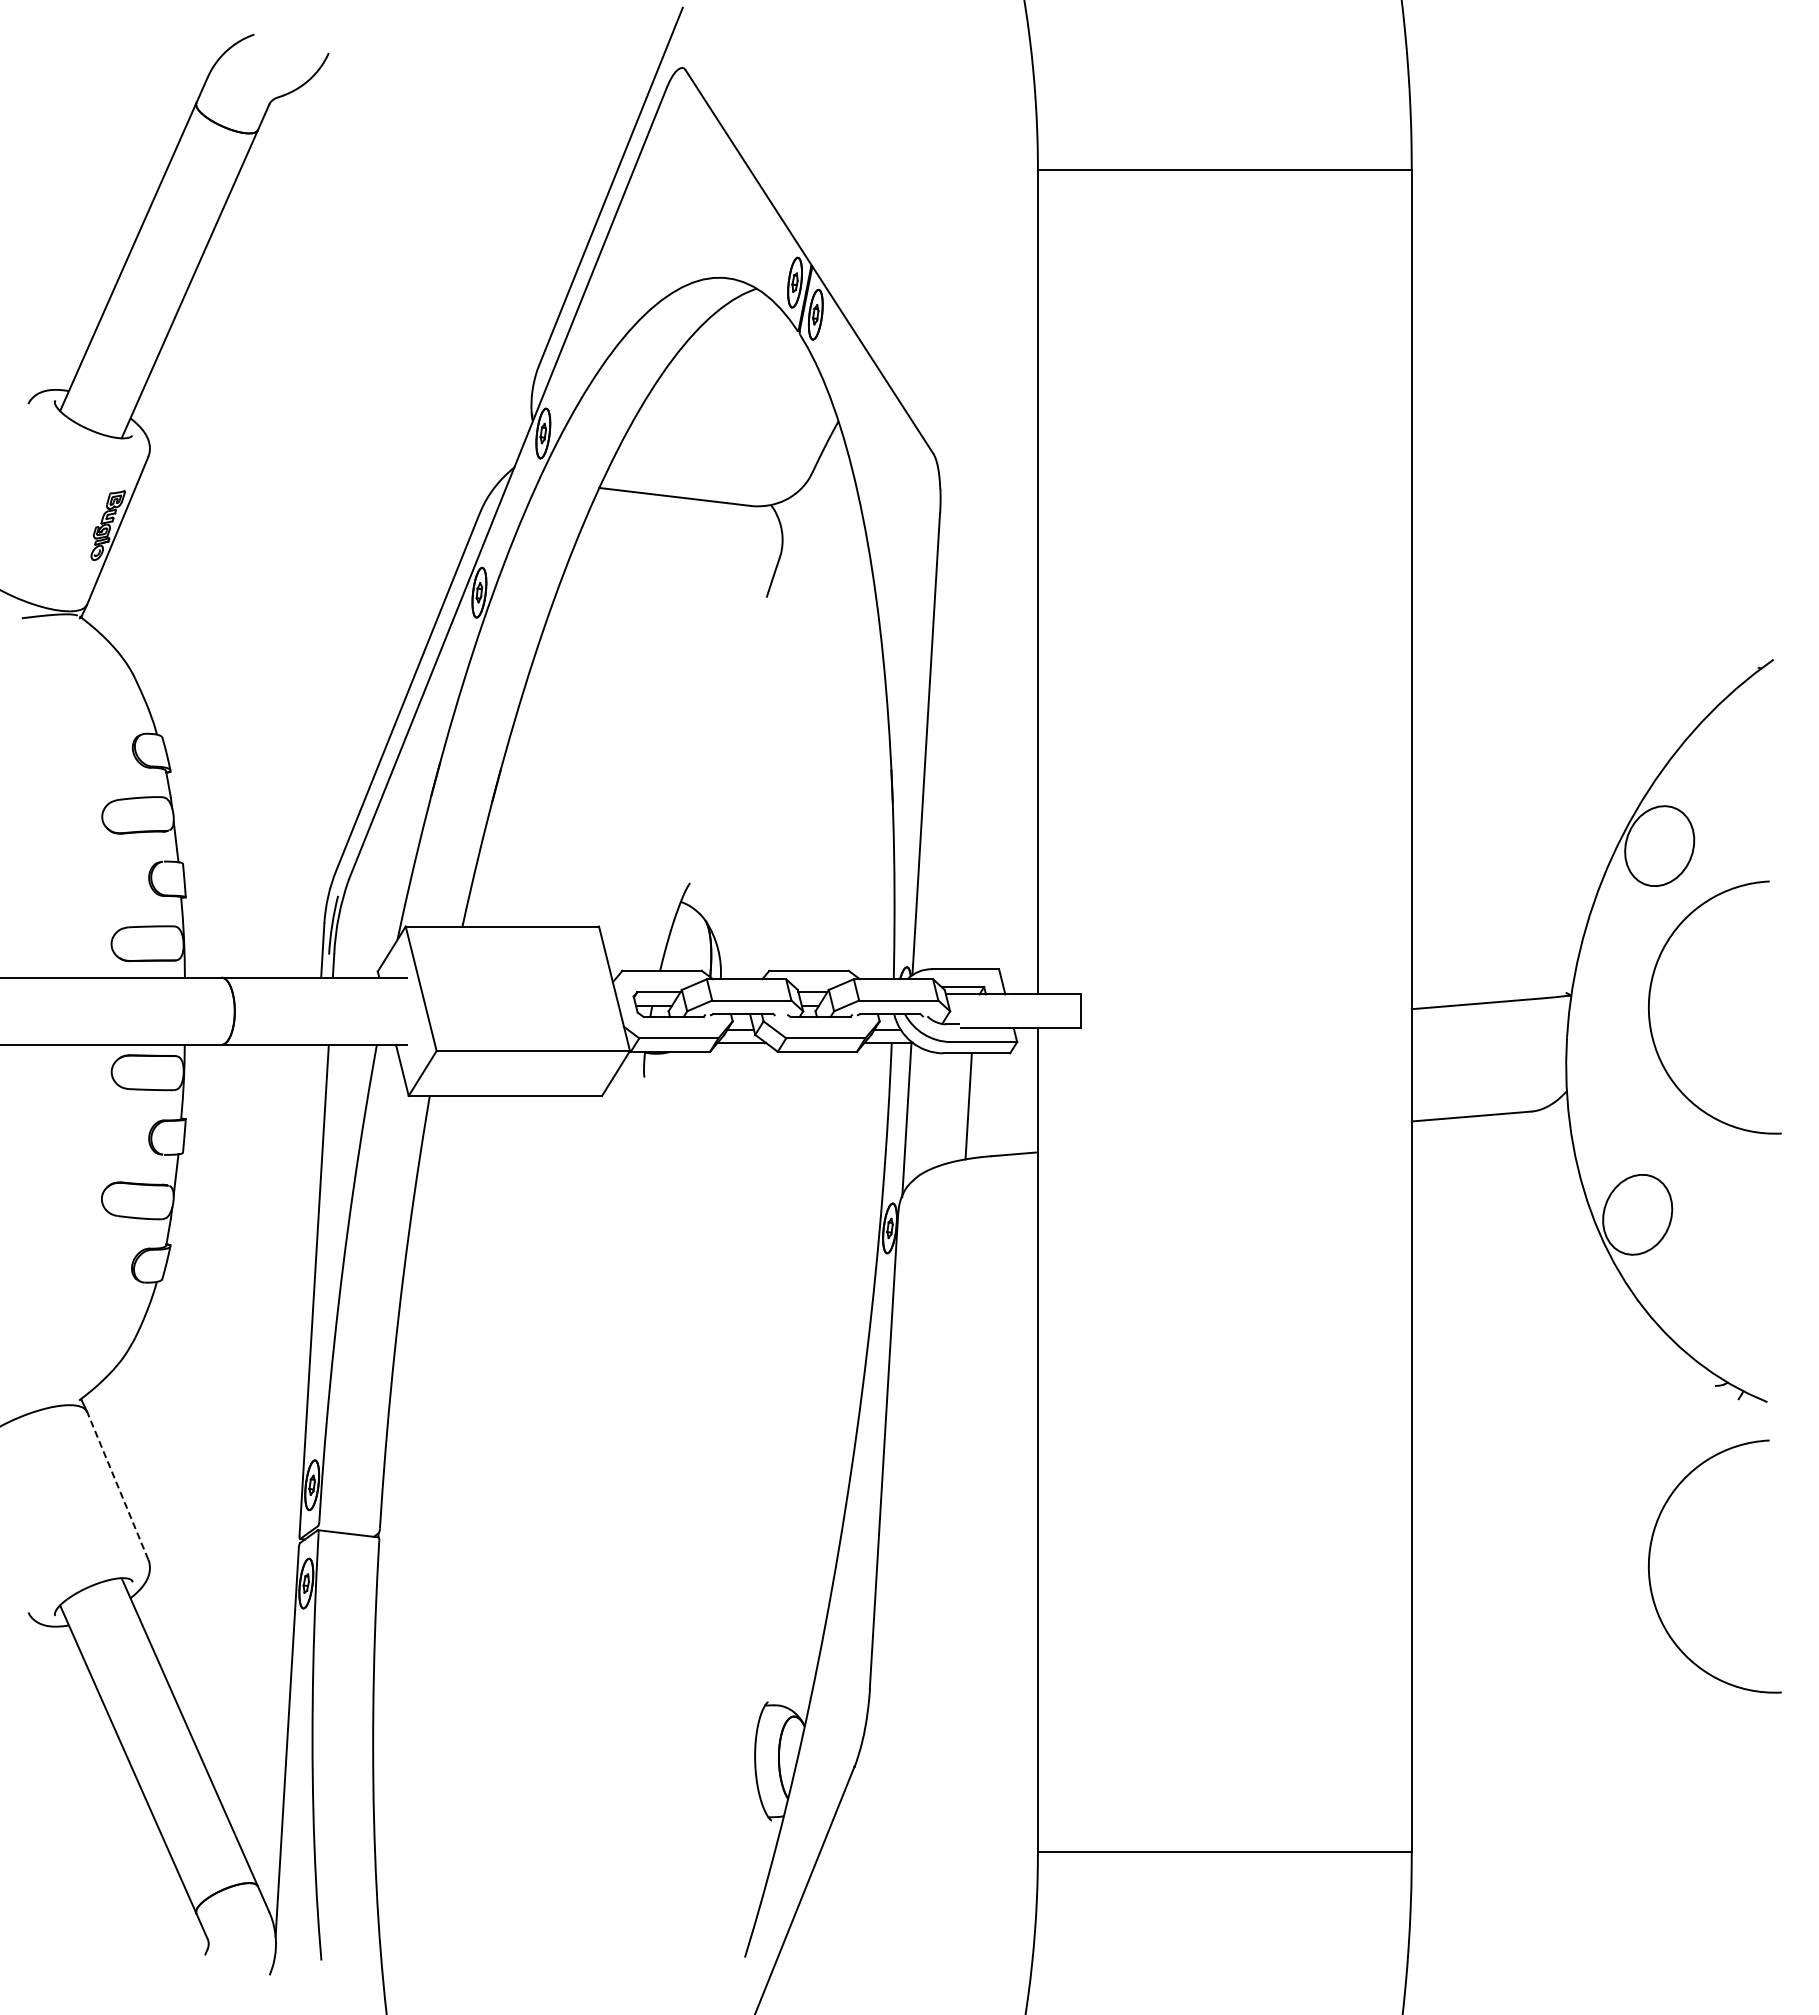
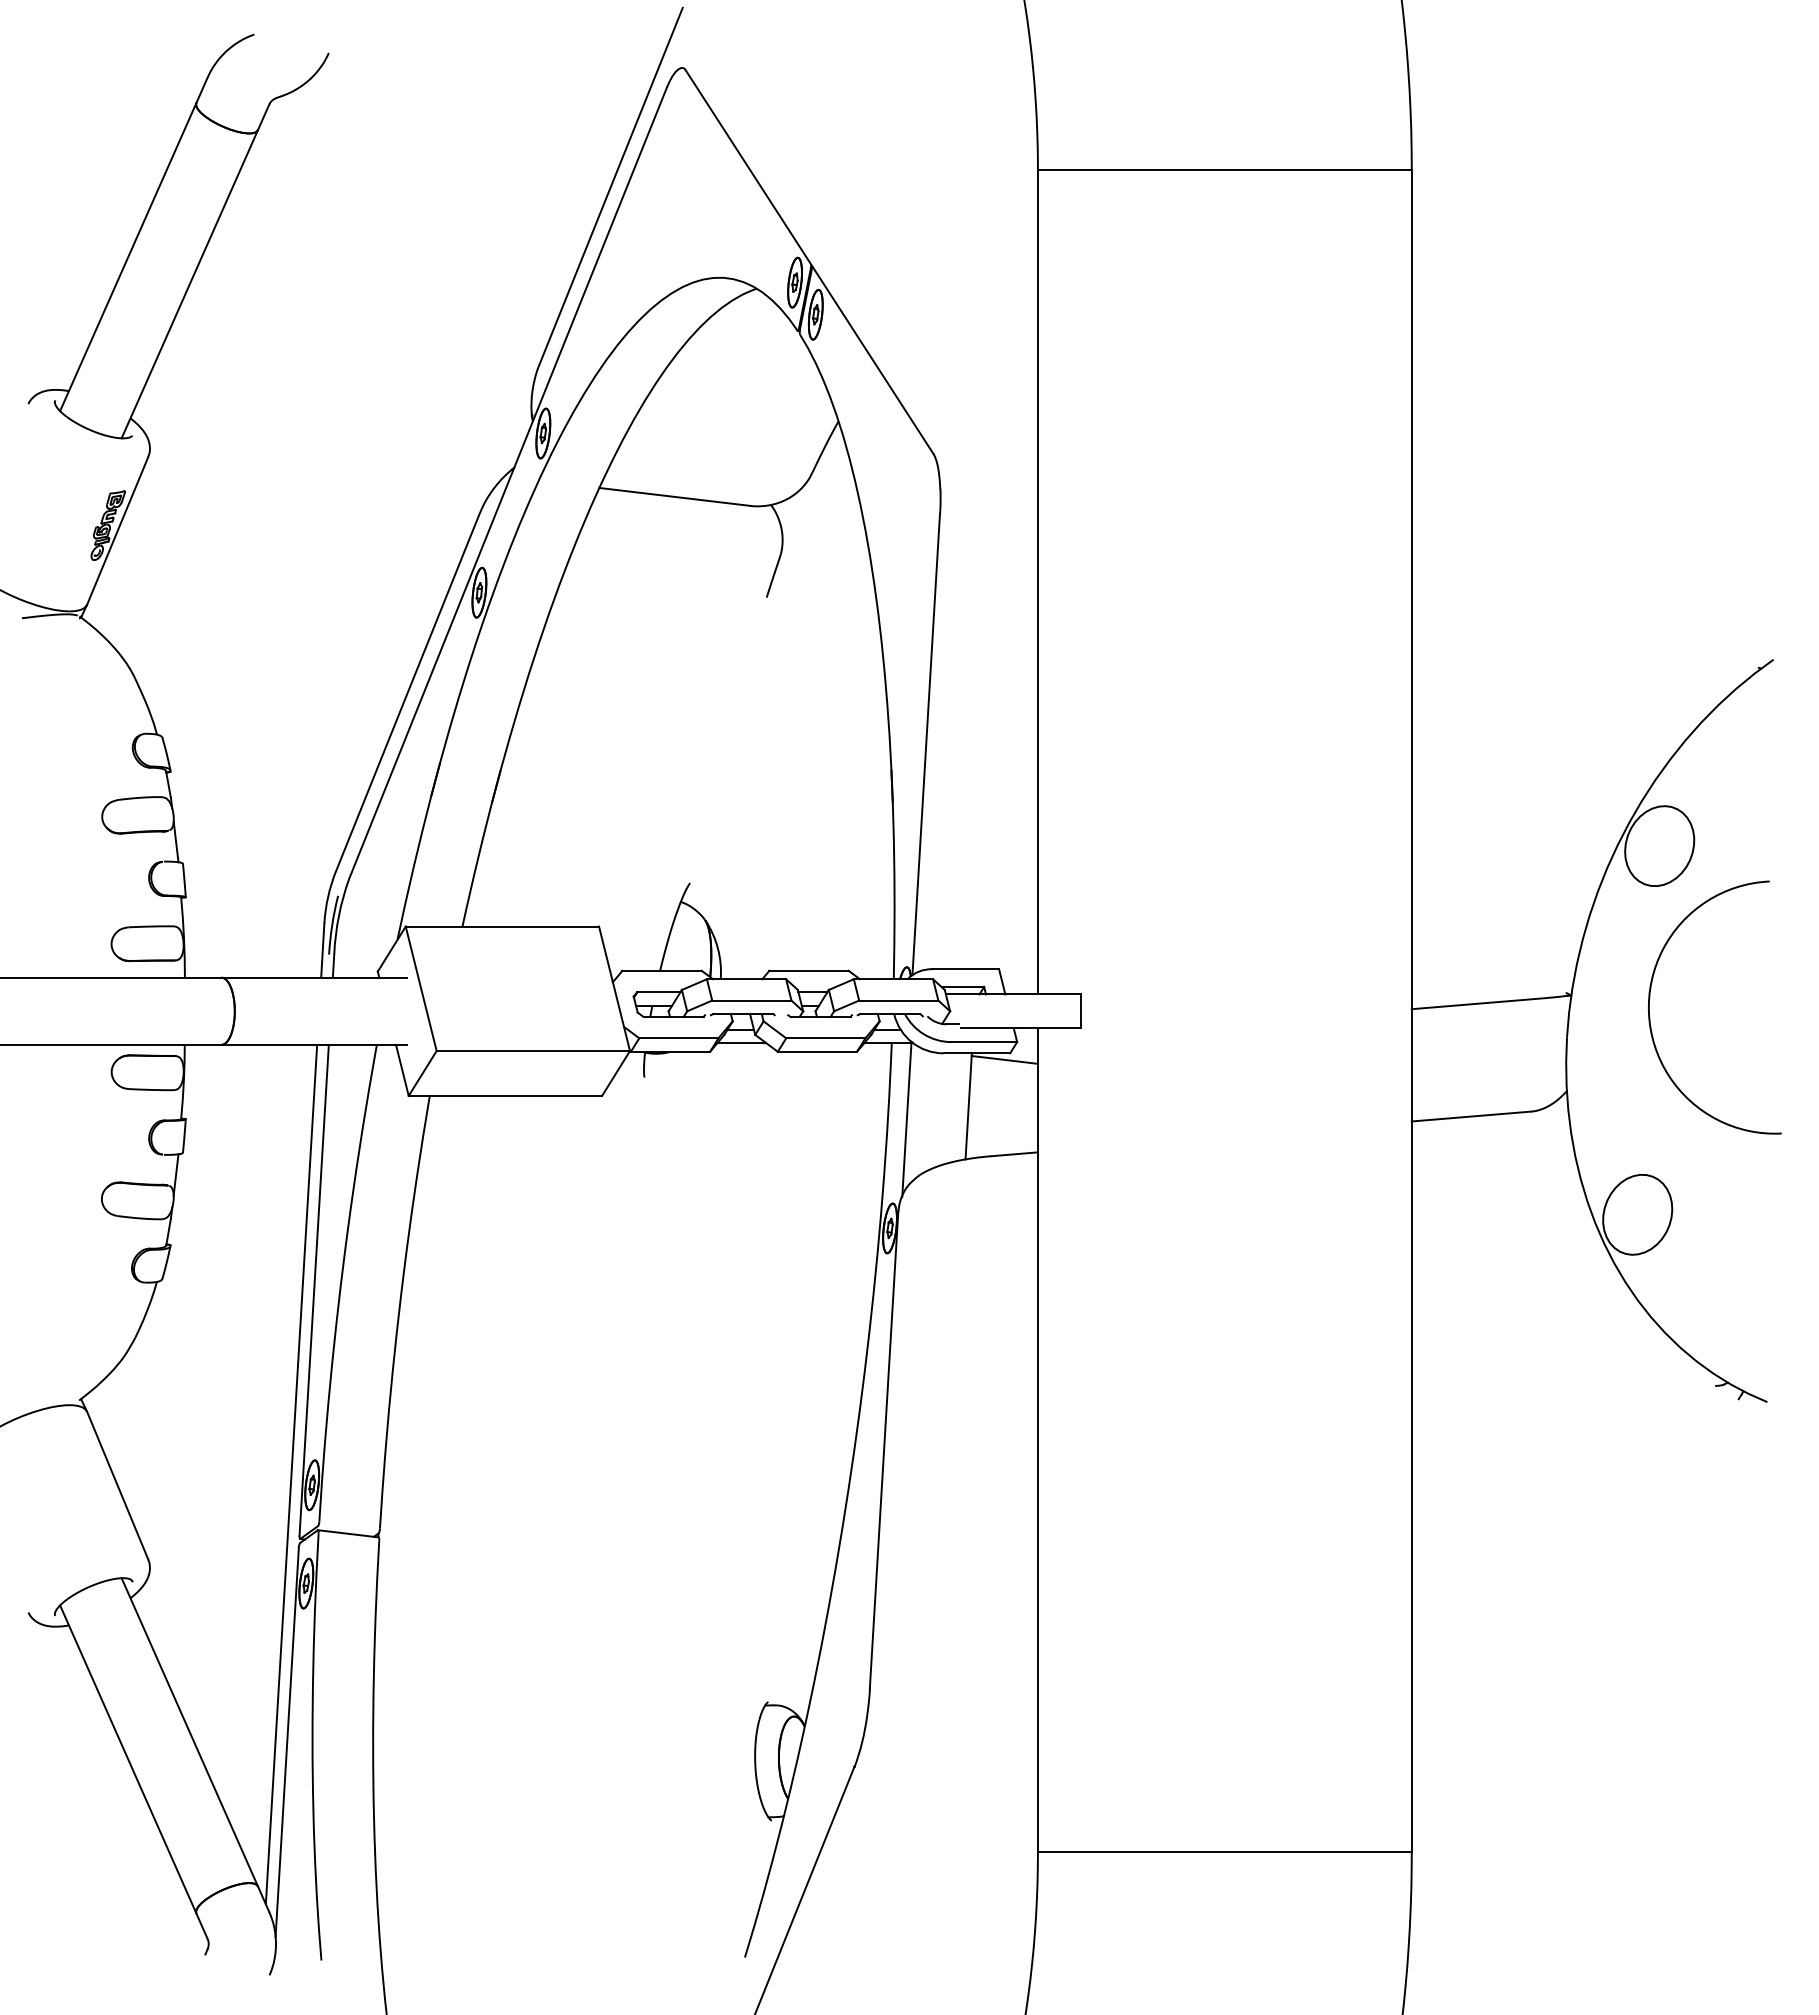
line at (1004, 1059): none -> present
line at (291, 1474): none -> present
line at (117, 1485): dashed -> solid
arc at (1650, 1557): present -> none
